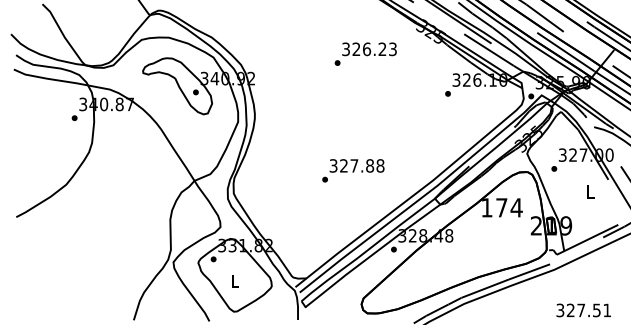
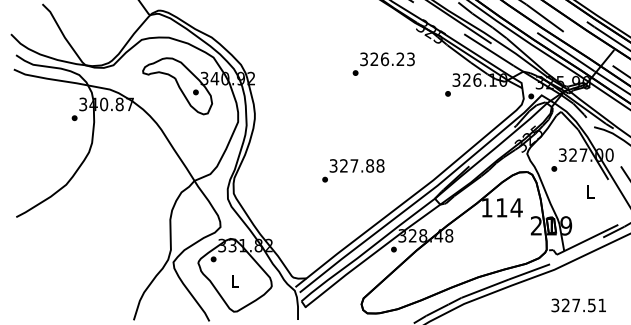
text at (365, 53) position: (365, 53) -> (383, 63)
text at (501, 207): 174 -> 114
text at (583, 310) position: (583, 310) -> (578, 305)
